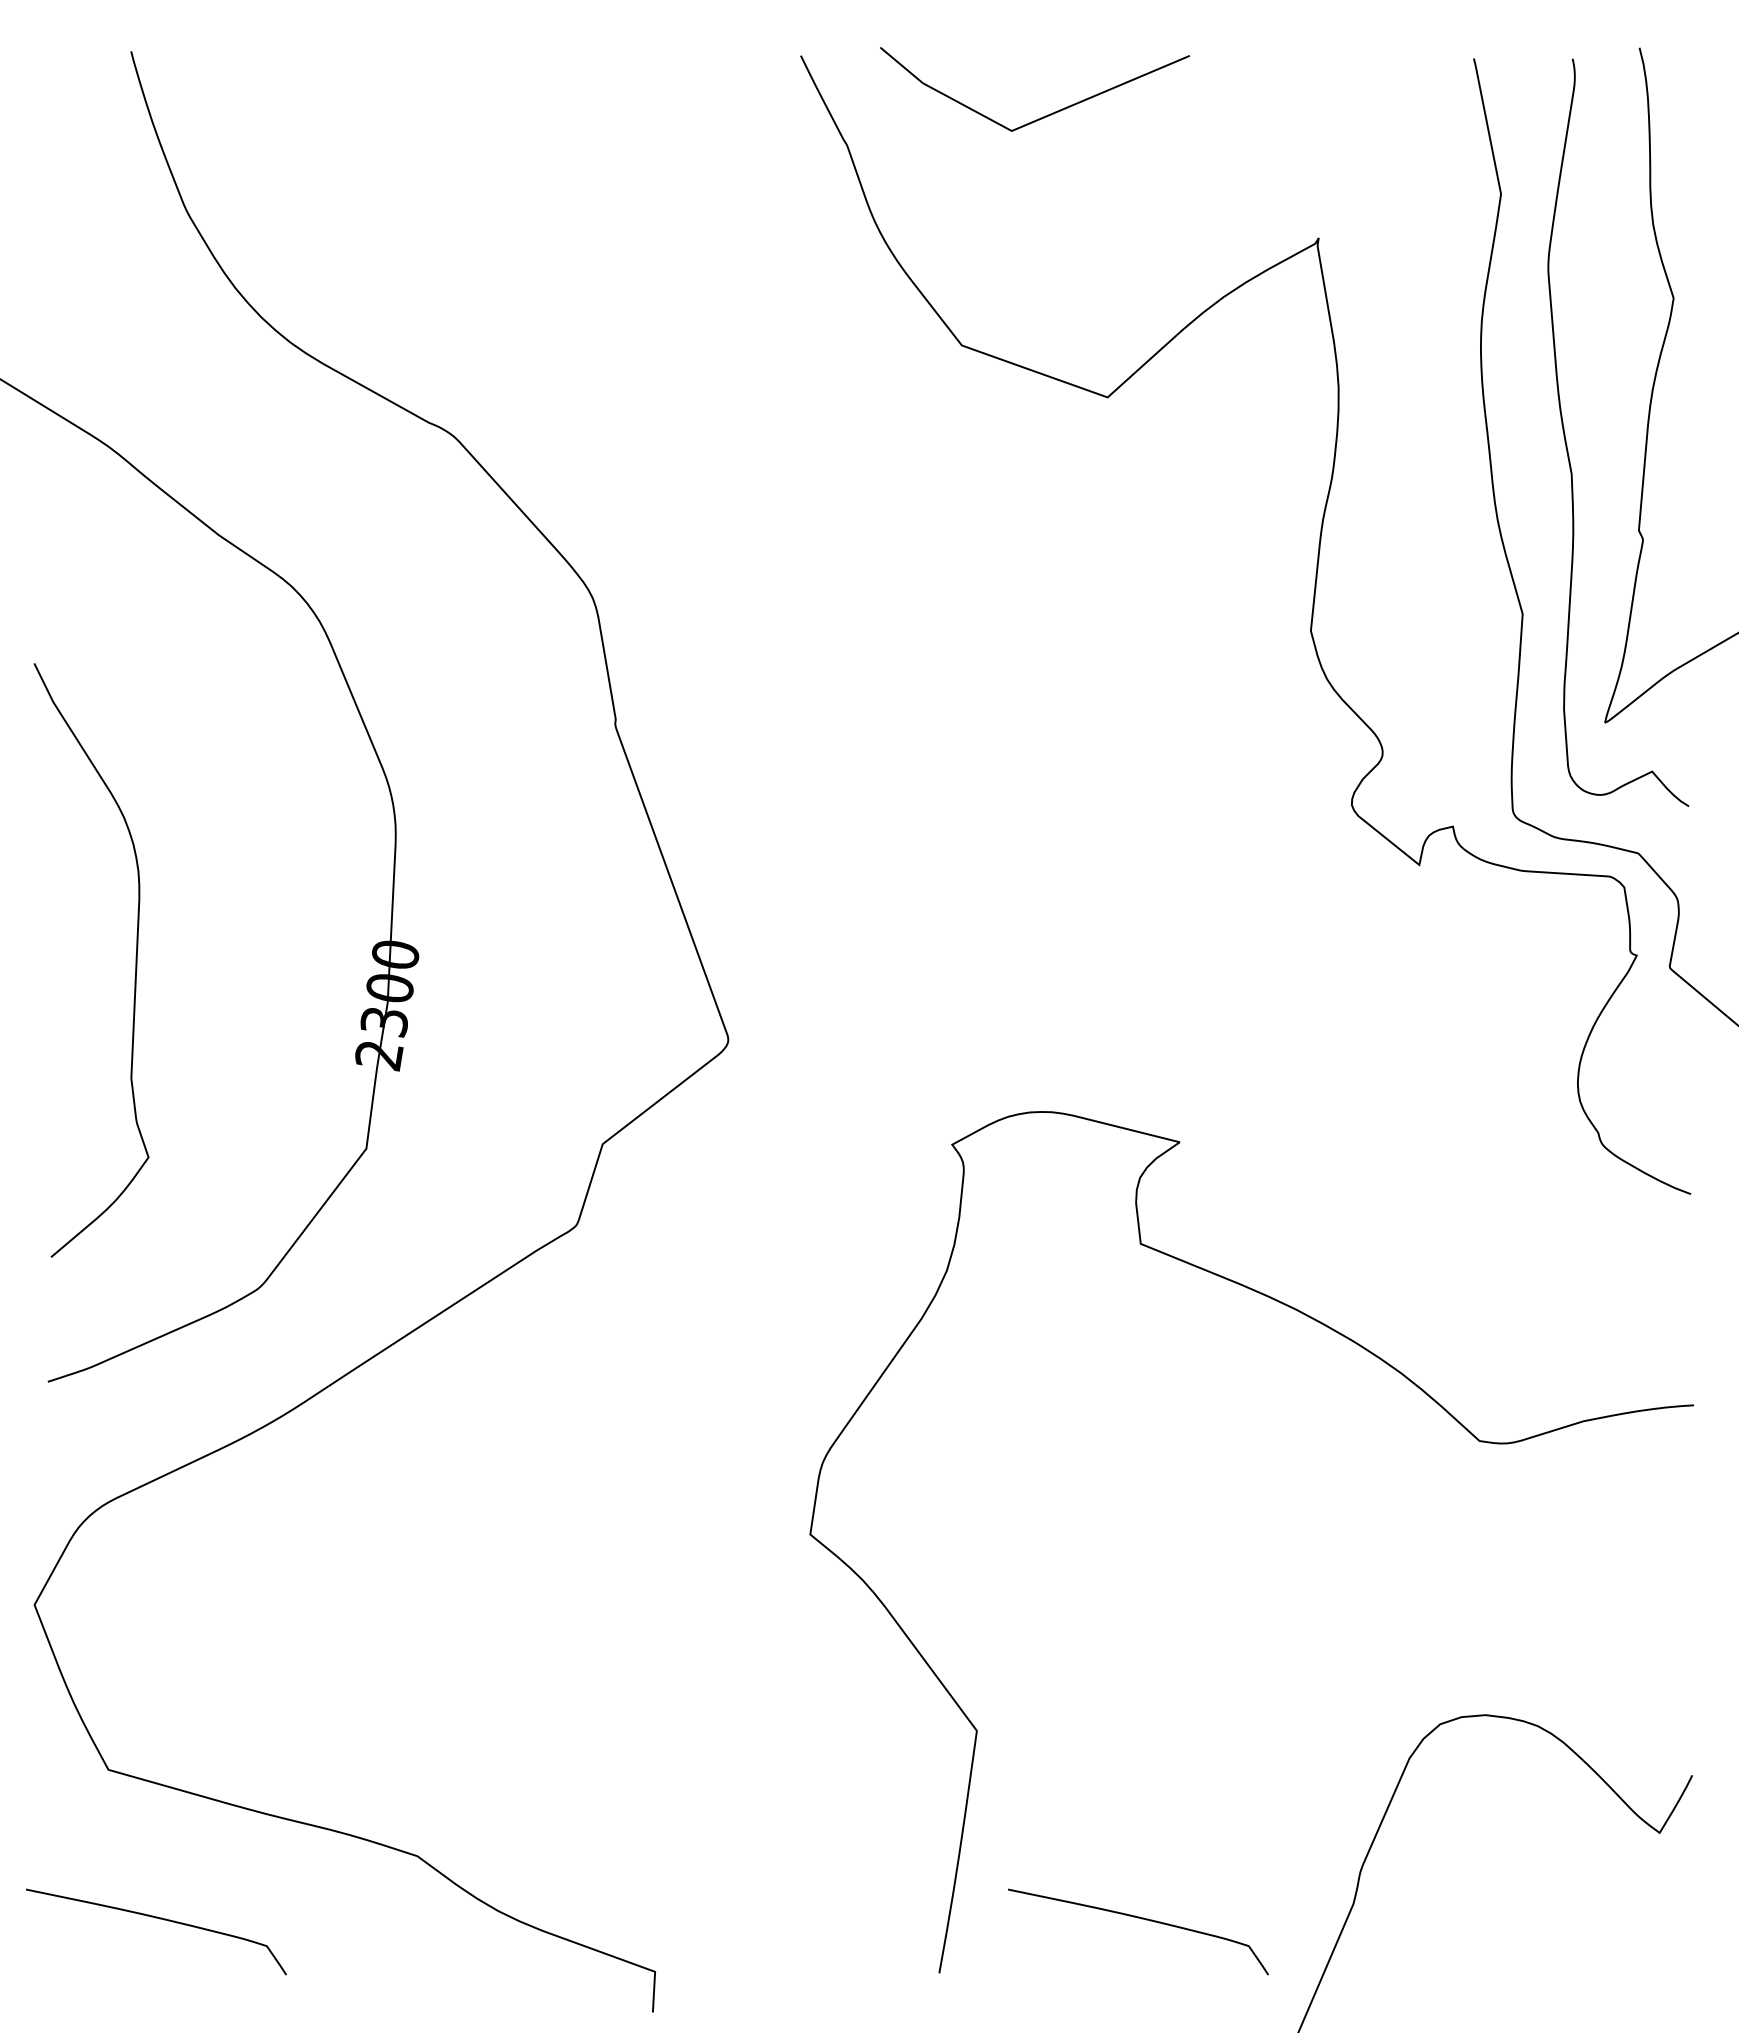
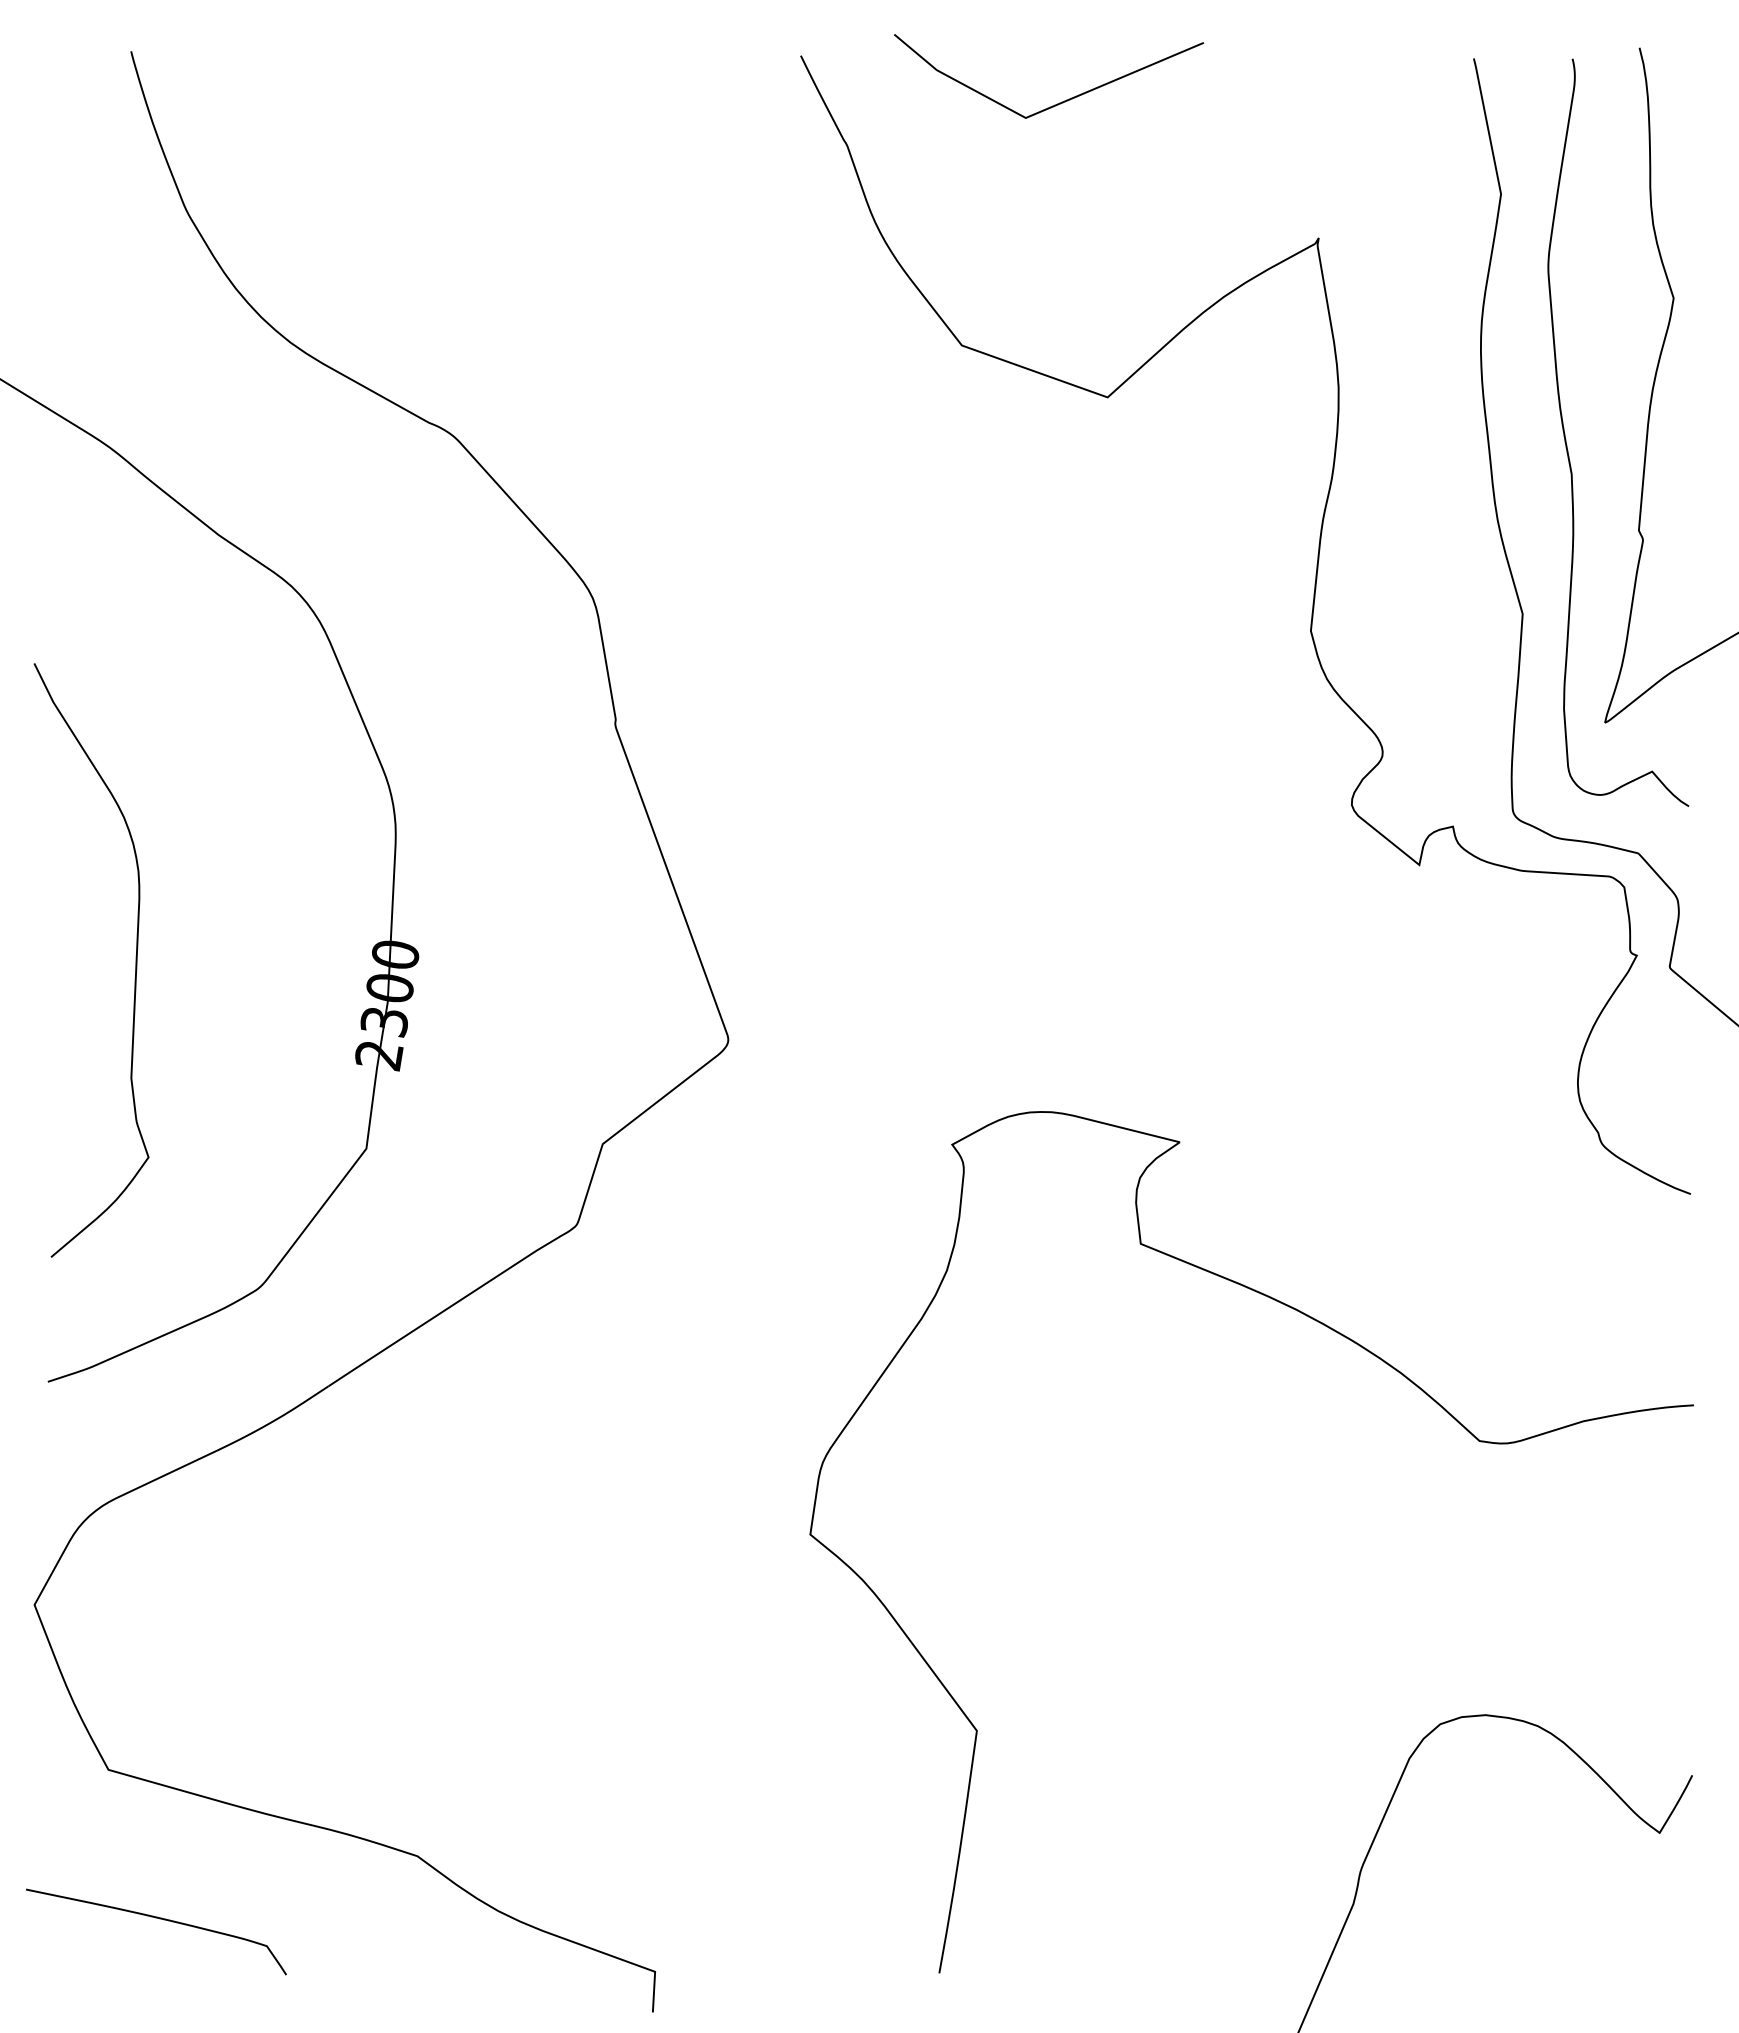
curve at (1045, 115) position: (1045, 115) -> (1059, 102)
curve at (1141, 1919): present -> none
